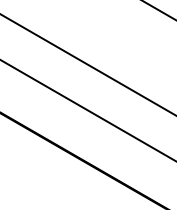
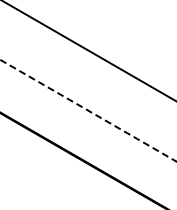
line at (158, 10): present -> none
line at (87, 64) position: (87, 64) -> (88, 50)
line at (88, 110): solid -> dashed
